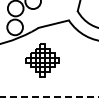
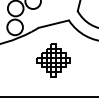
part at (42, 60) position: (42, 60) -> (53, 60)
line at (49, 96): dashed -> solid
